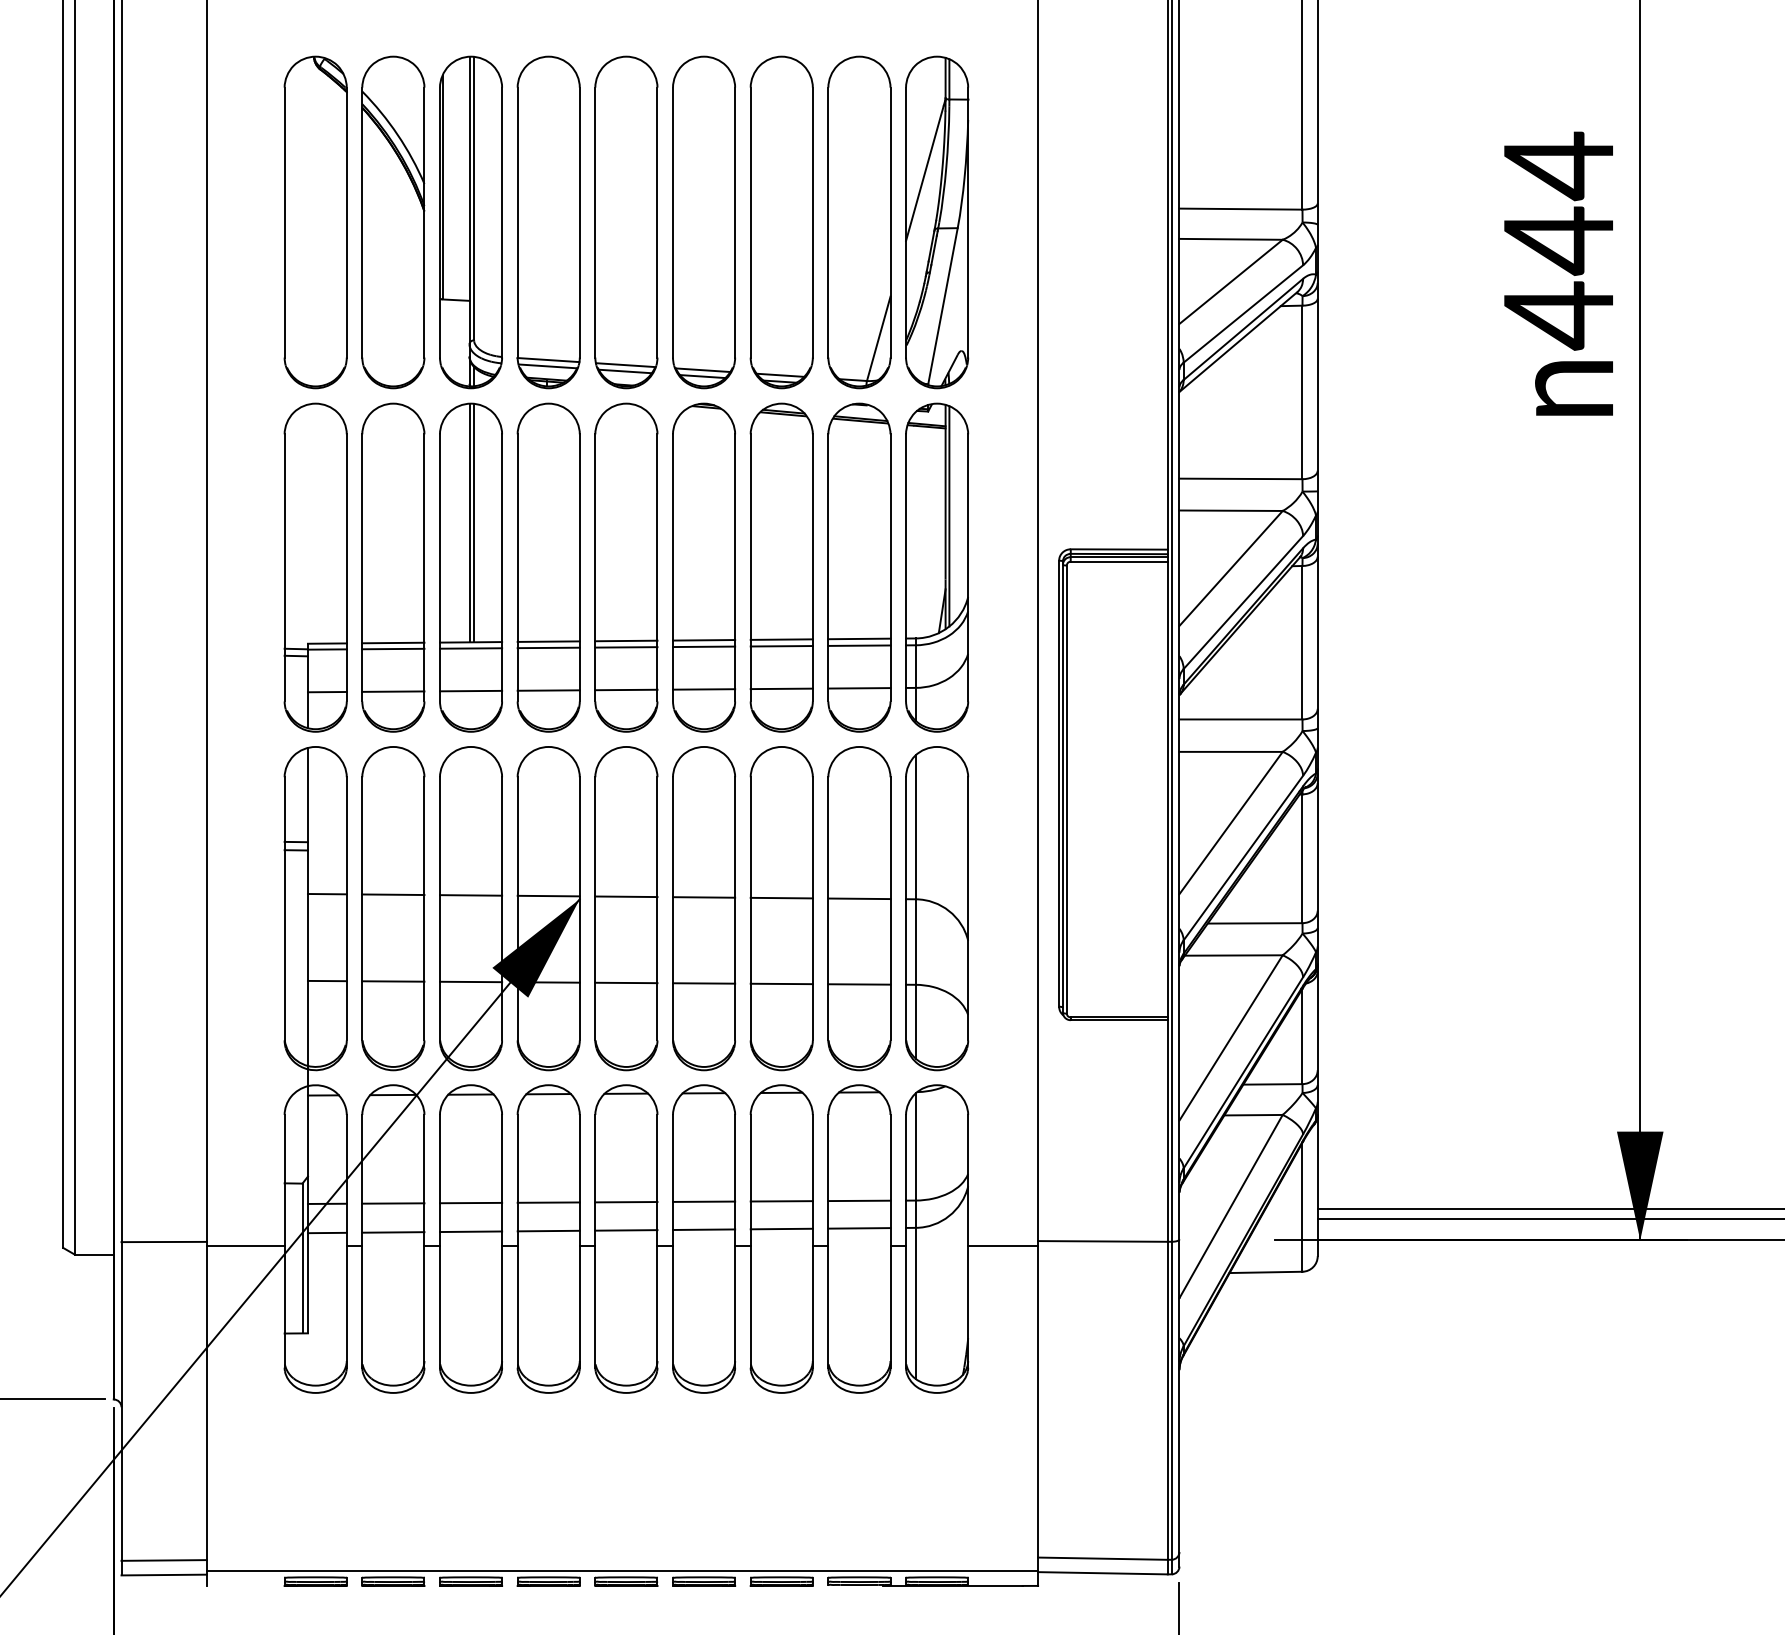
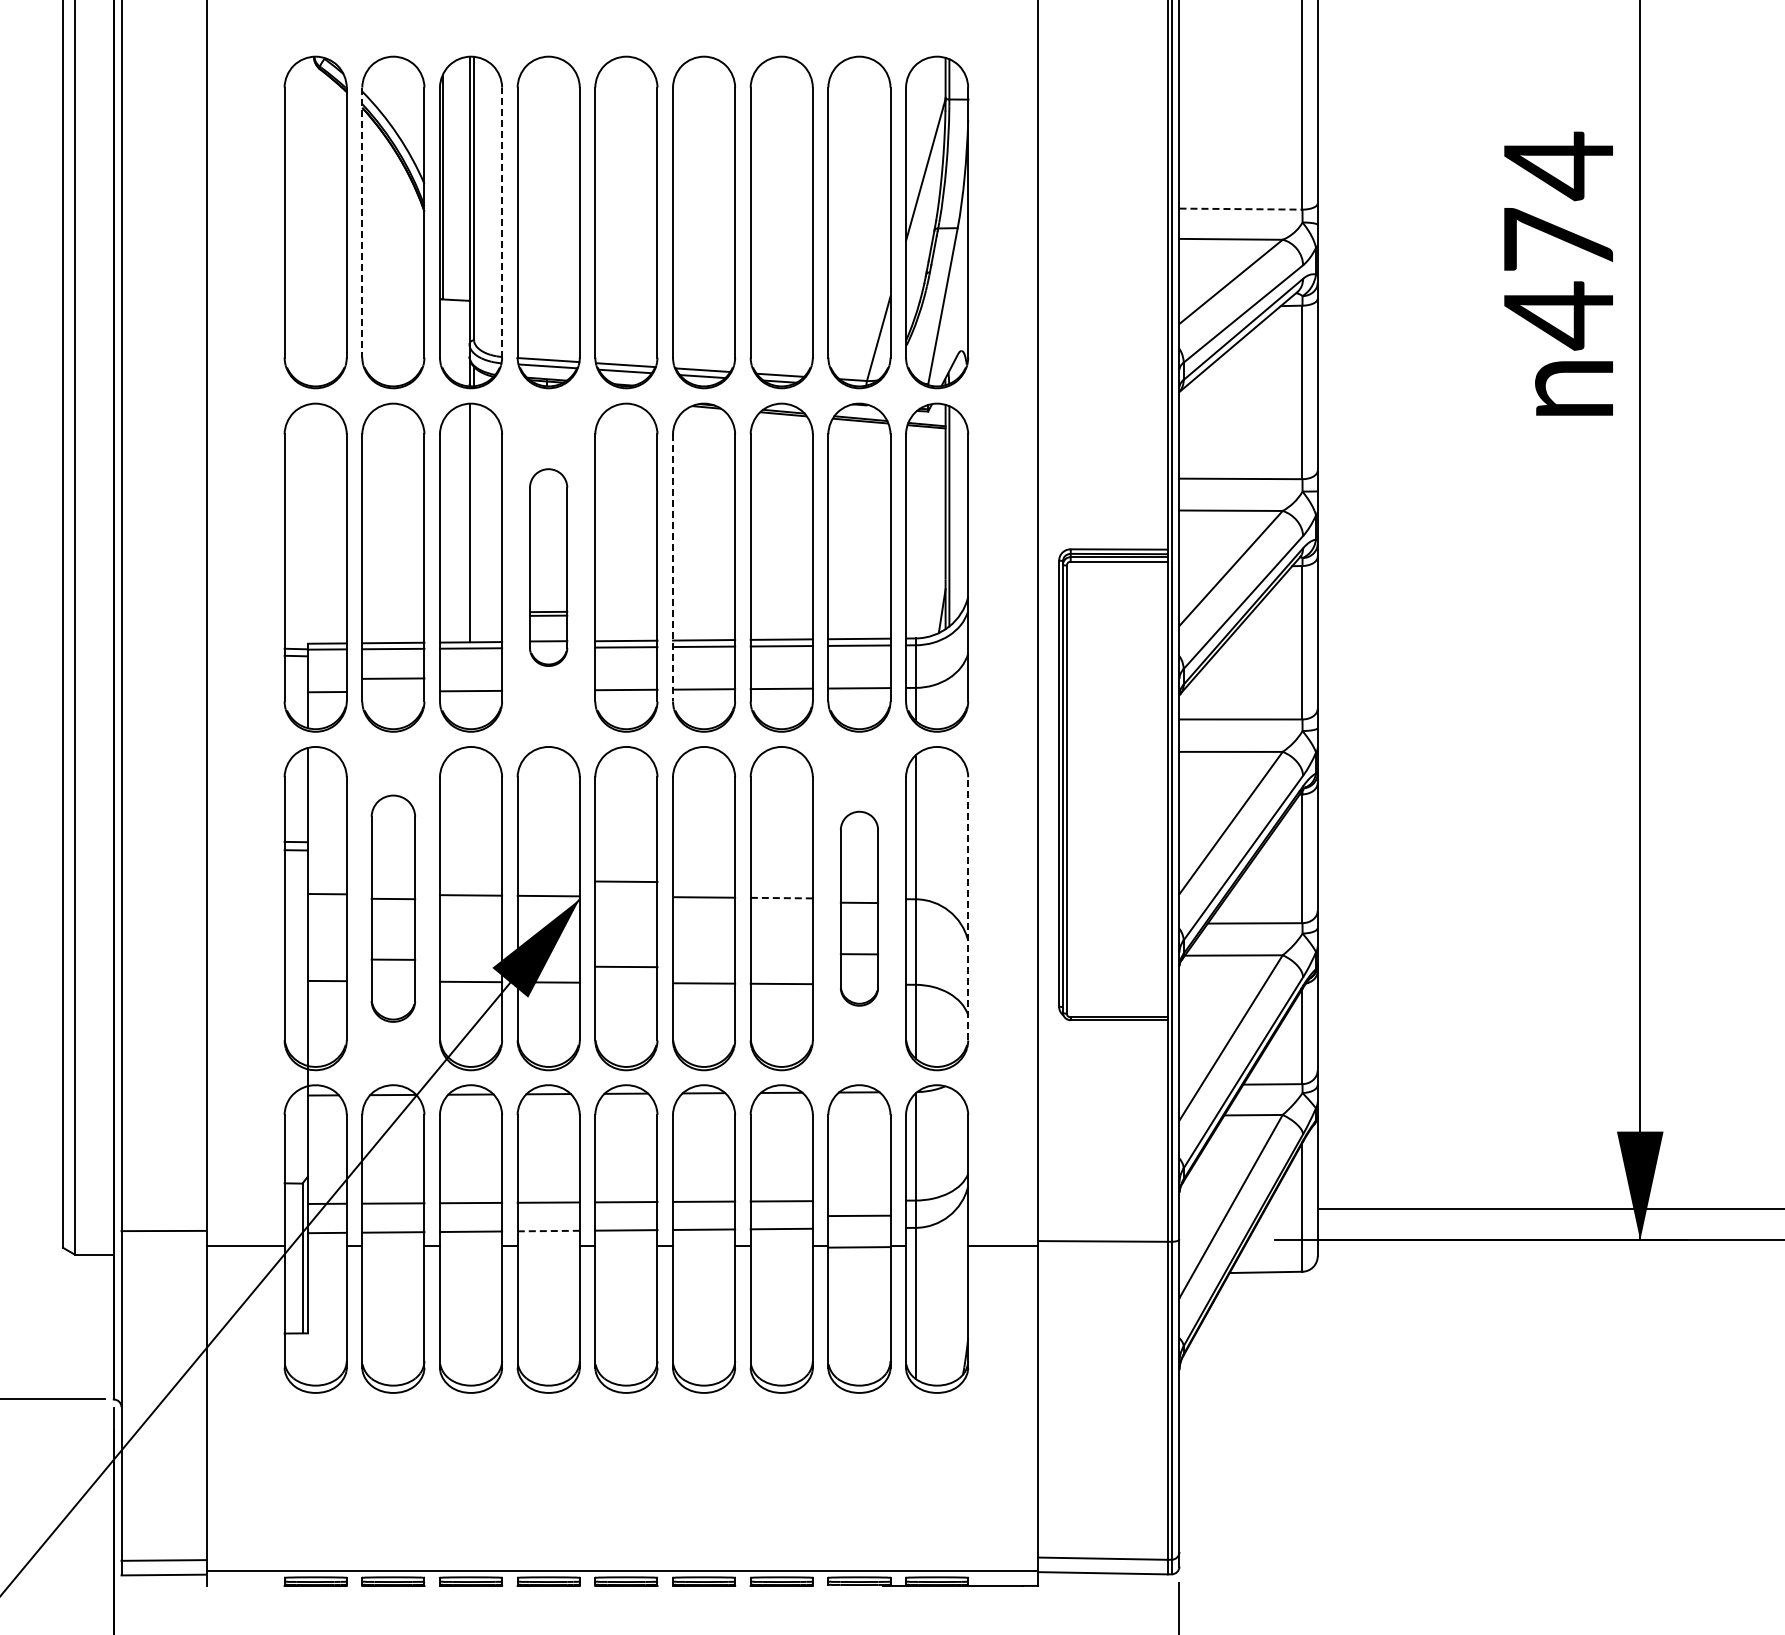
line at (1240, 209): solid -> dashed
line at (362, 222): solid -> dashed
line at (502, 222): solid -> dashed
text at (1558, 240): 444 -> 474
line at (474, 522): present -> none
part at (548, 567) size: 65x331 px -> 40x199 px
line at (673, 567): solid -> dashed
line at (393, 691) position: (393, 691) -> (393, 678)
line at (626, 896) position: (626, 896) -> (626, 881)
line at (781, 898): solid -> dashed
part at (393, 908) size: 65x326 px -> 47x229 px
part at (859, 908) size: 65x326 px -> 40x197 px
line at (968, 908): solid -> dashed
line at (626, 982) position: (626, 982) -> (626, 966)
line at (859, 1200) position: (859, 1200) -> (859, 1215)
line at (1549, 1218): present -> none
line at (859, 1228) position: (859, 1228) -> (859, 1247)
line at (548, 1231): solid -> dashed
line at (163, 1241) position: (163, 1241) -> (163, 1230)
